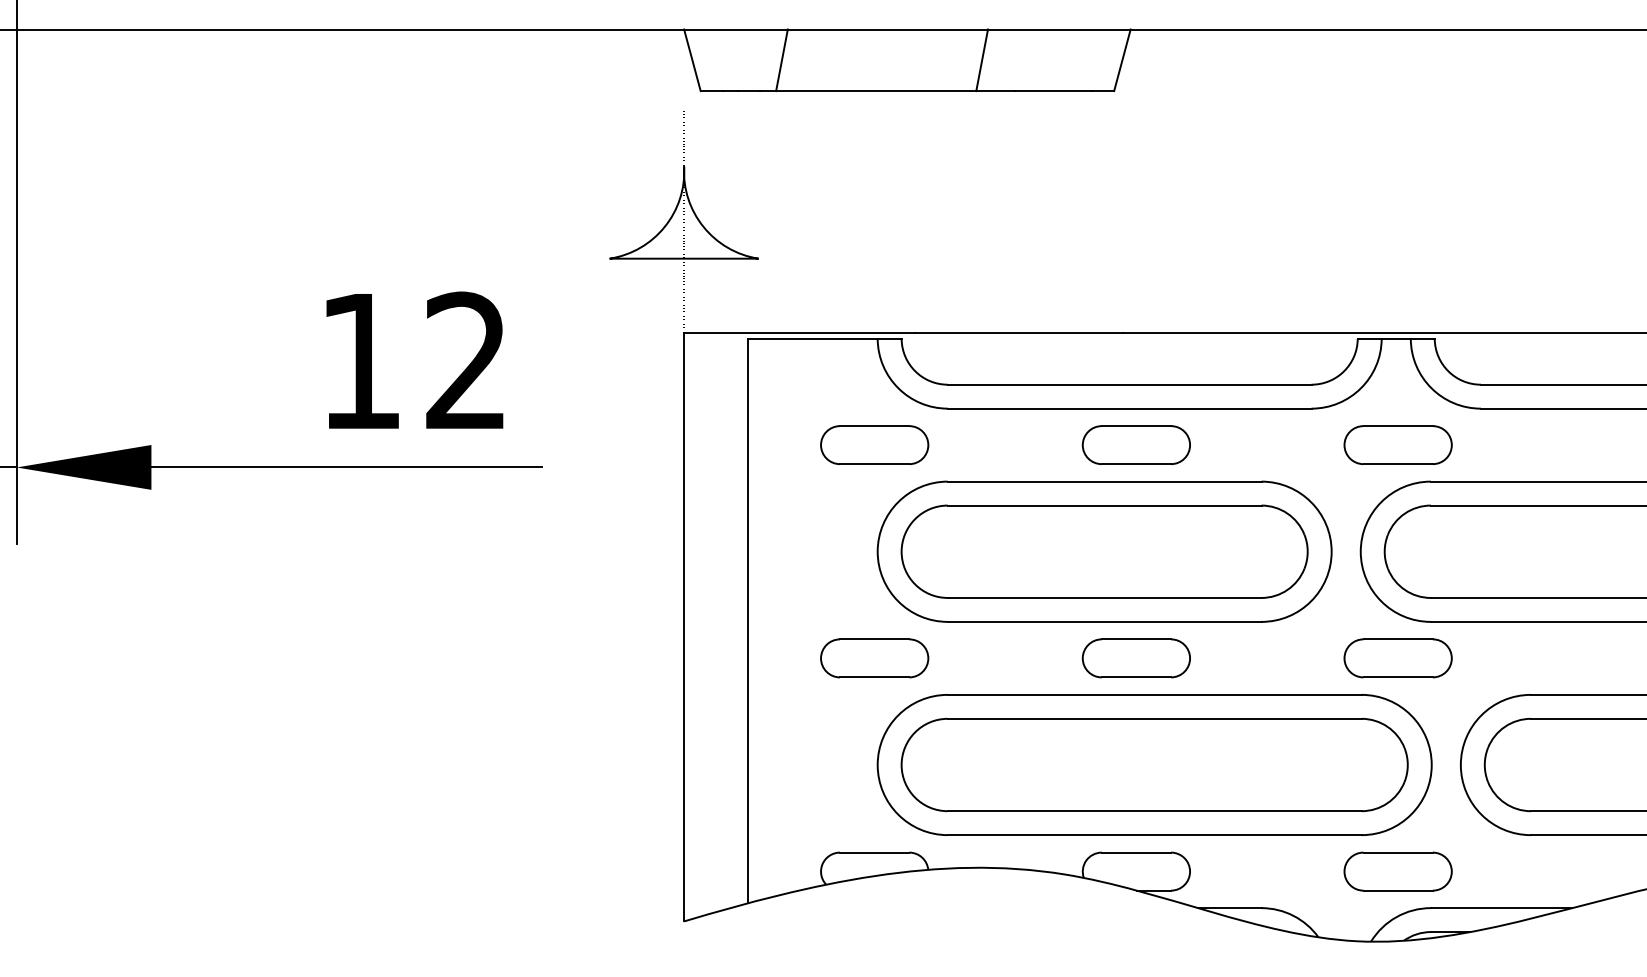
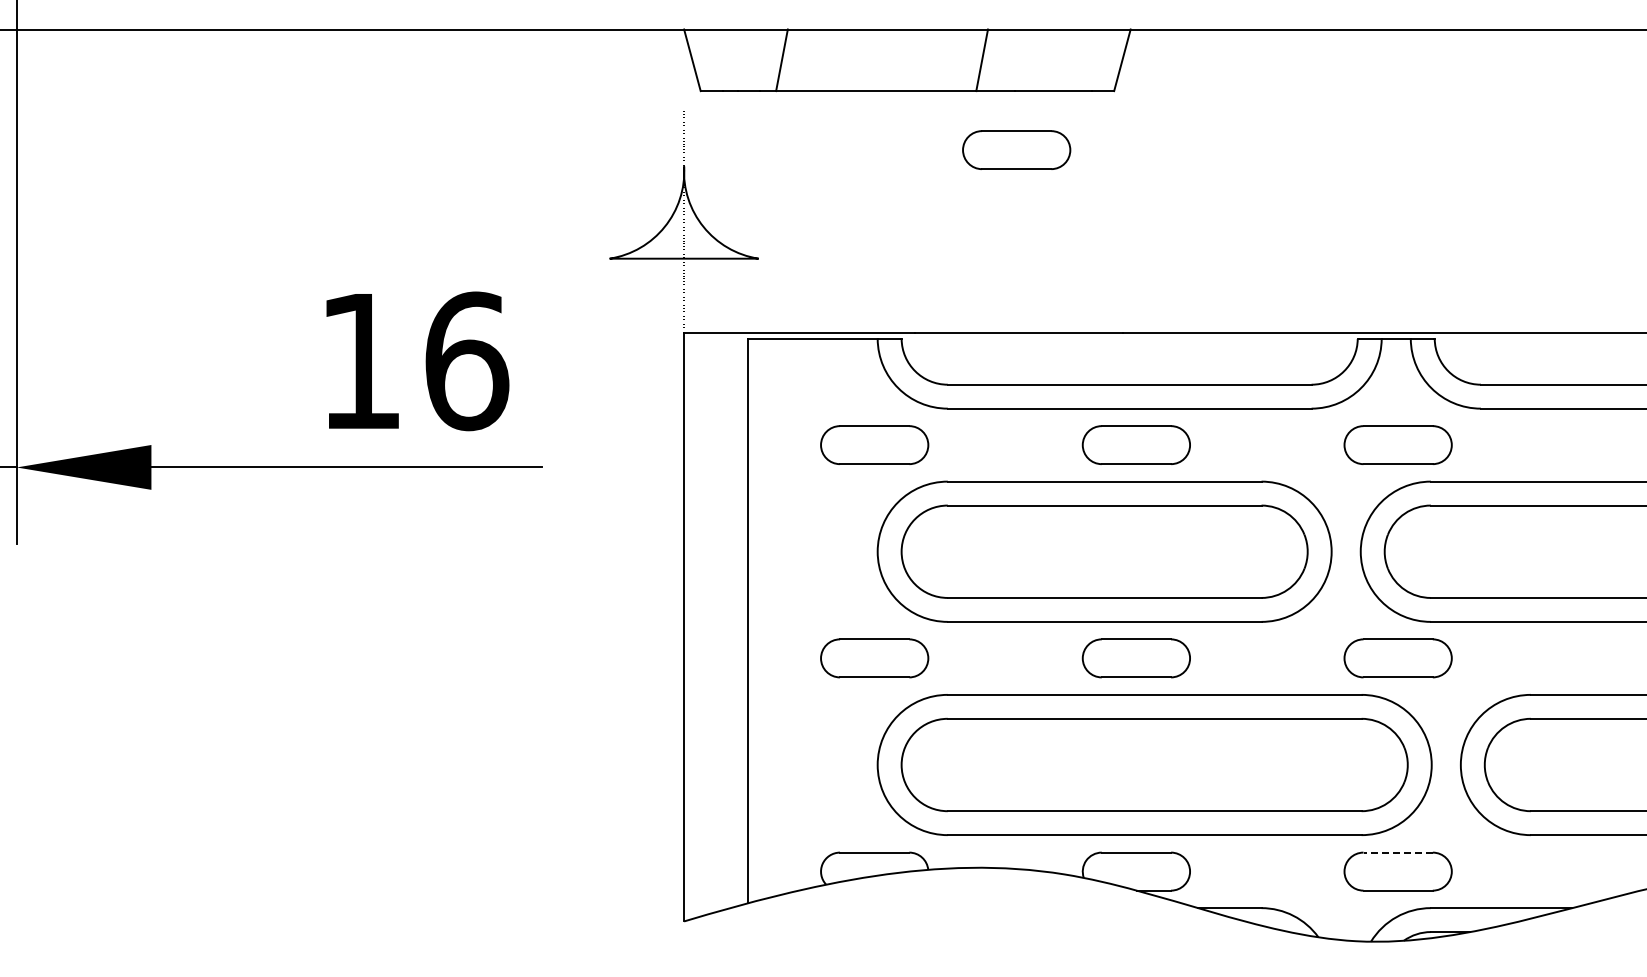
part at (1016, 149): none -> present
text at (467, 361): 12 -> 16
line at (1398, 852): solid -> dashed
